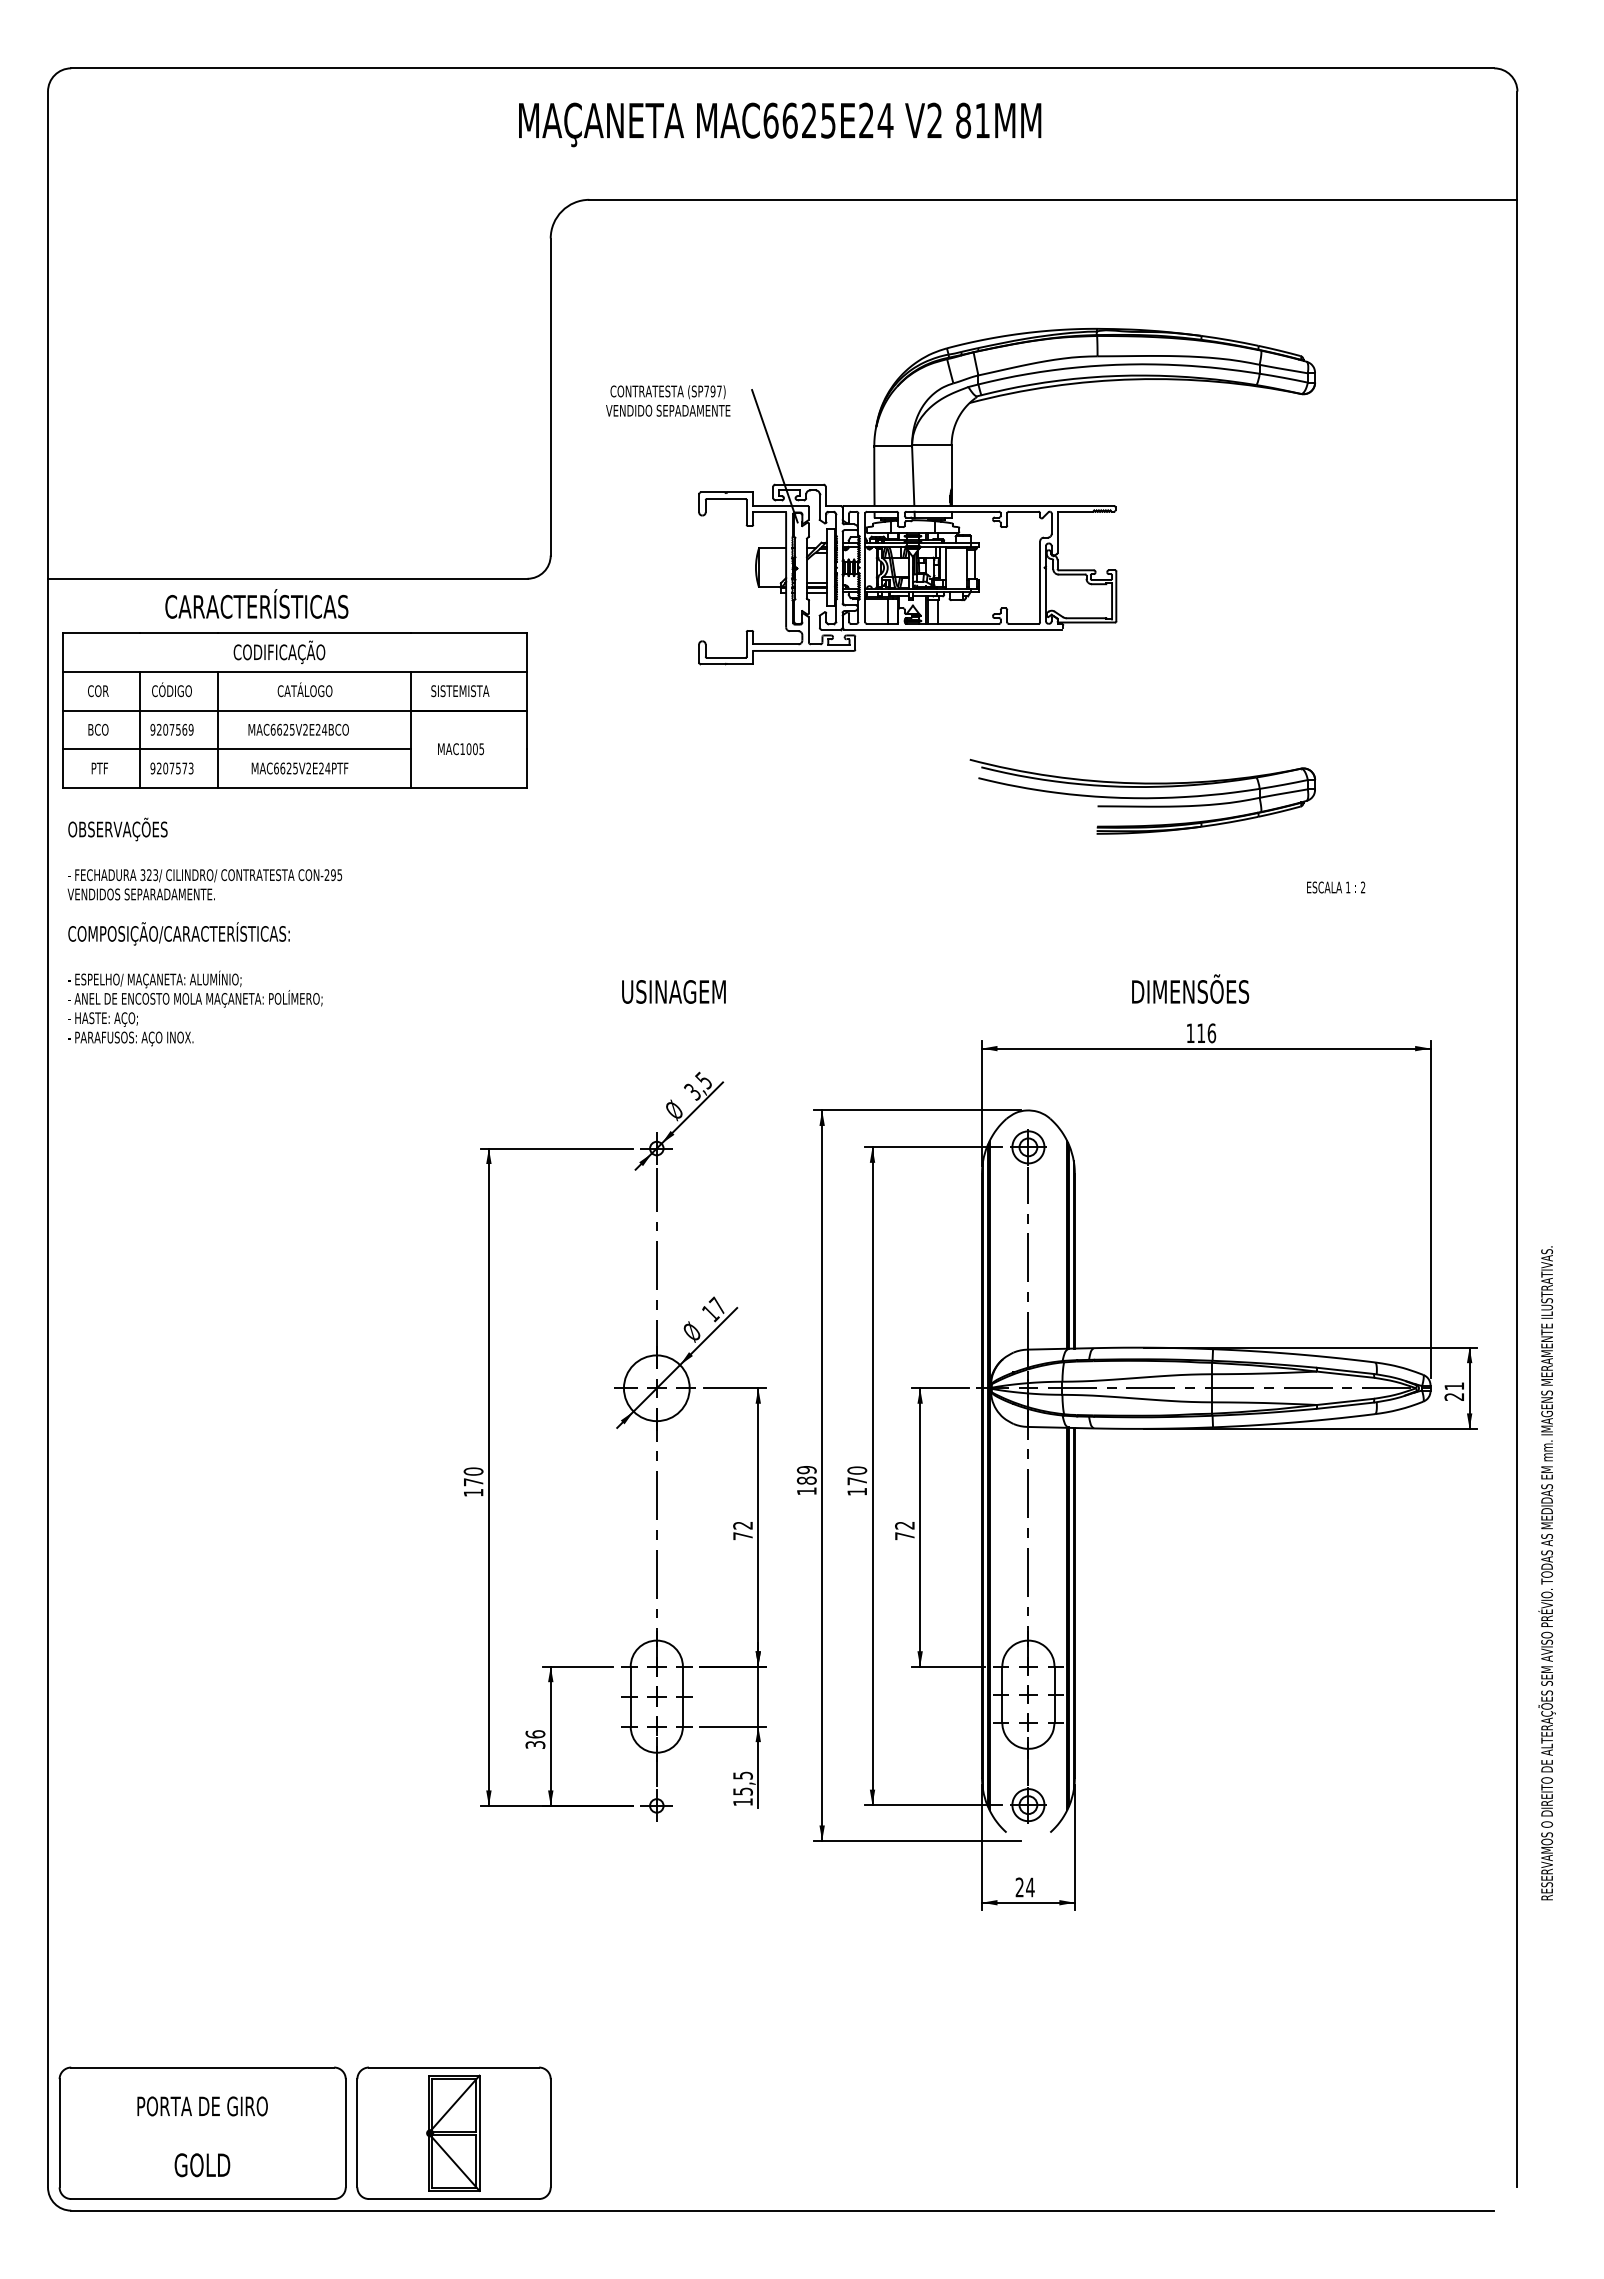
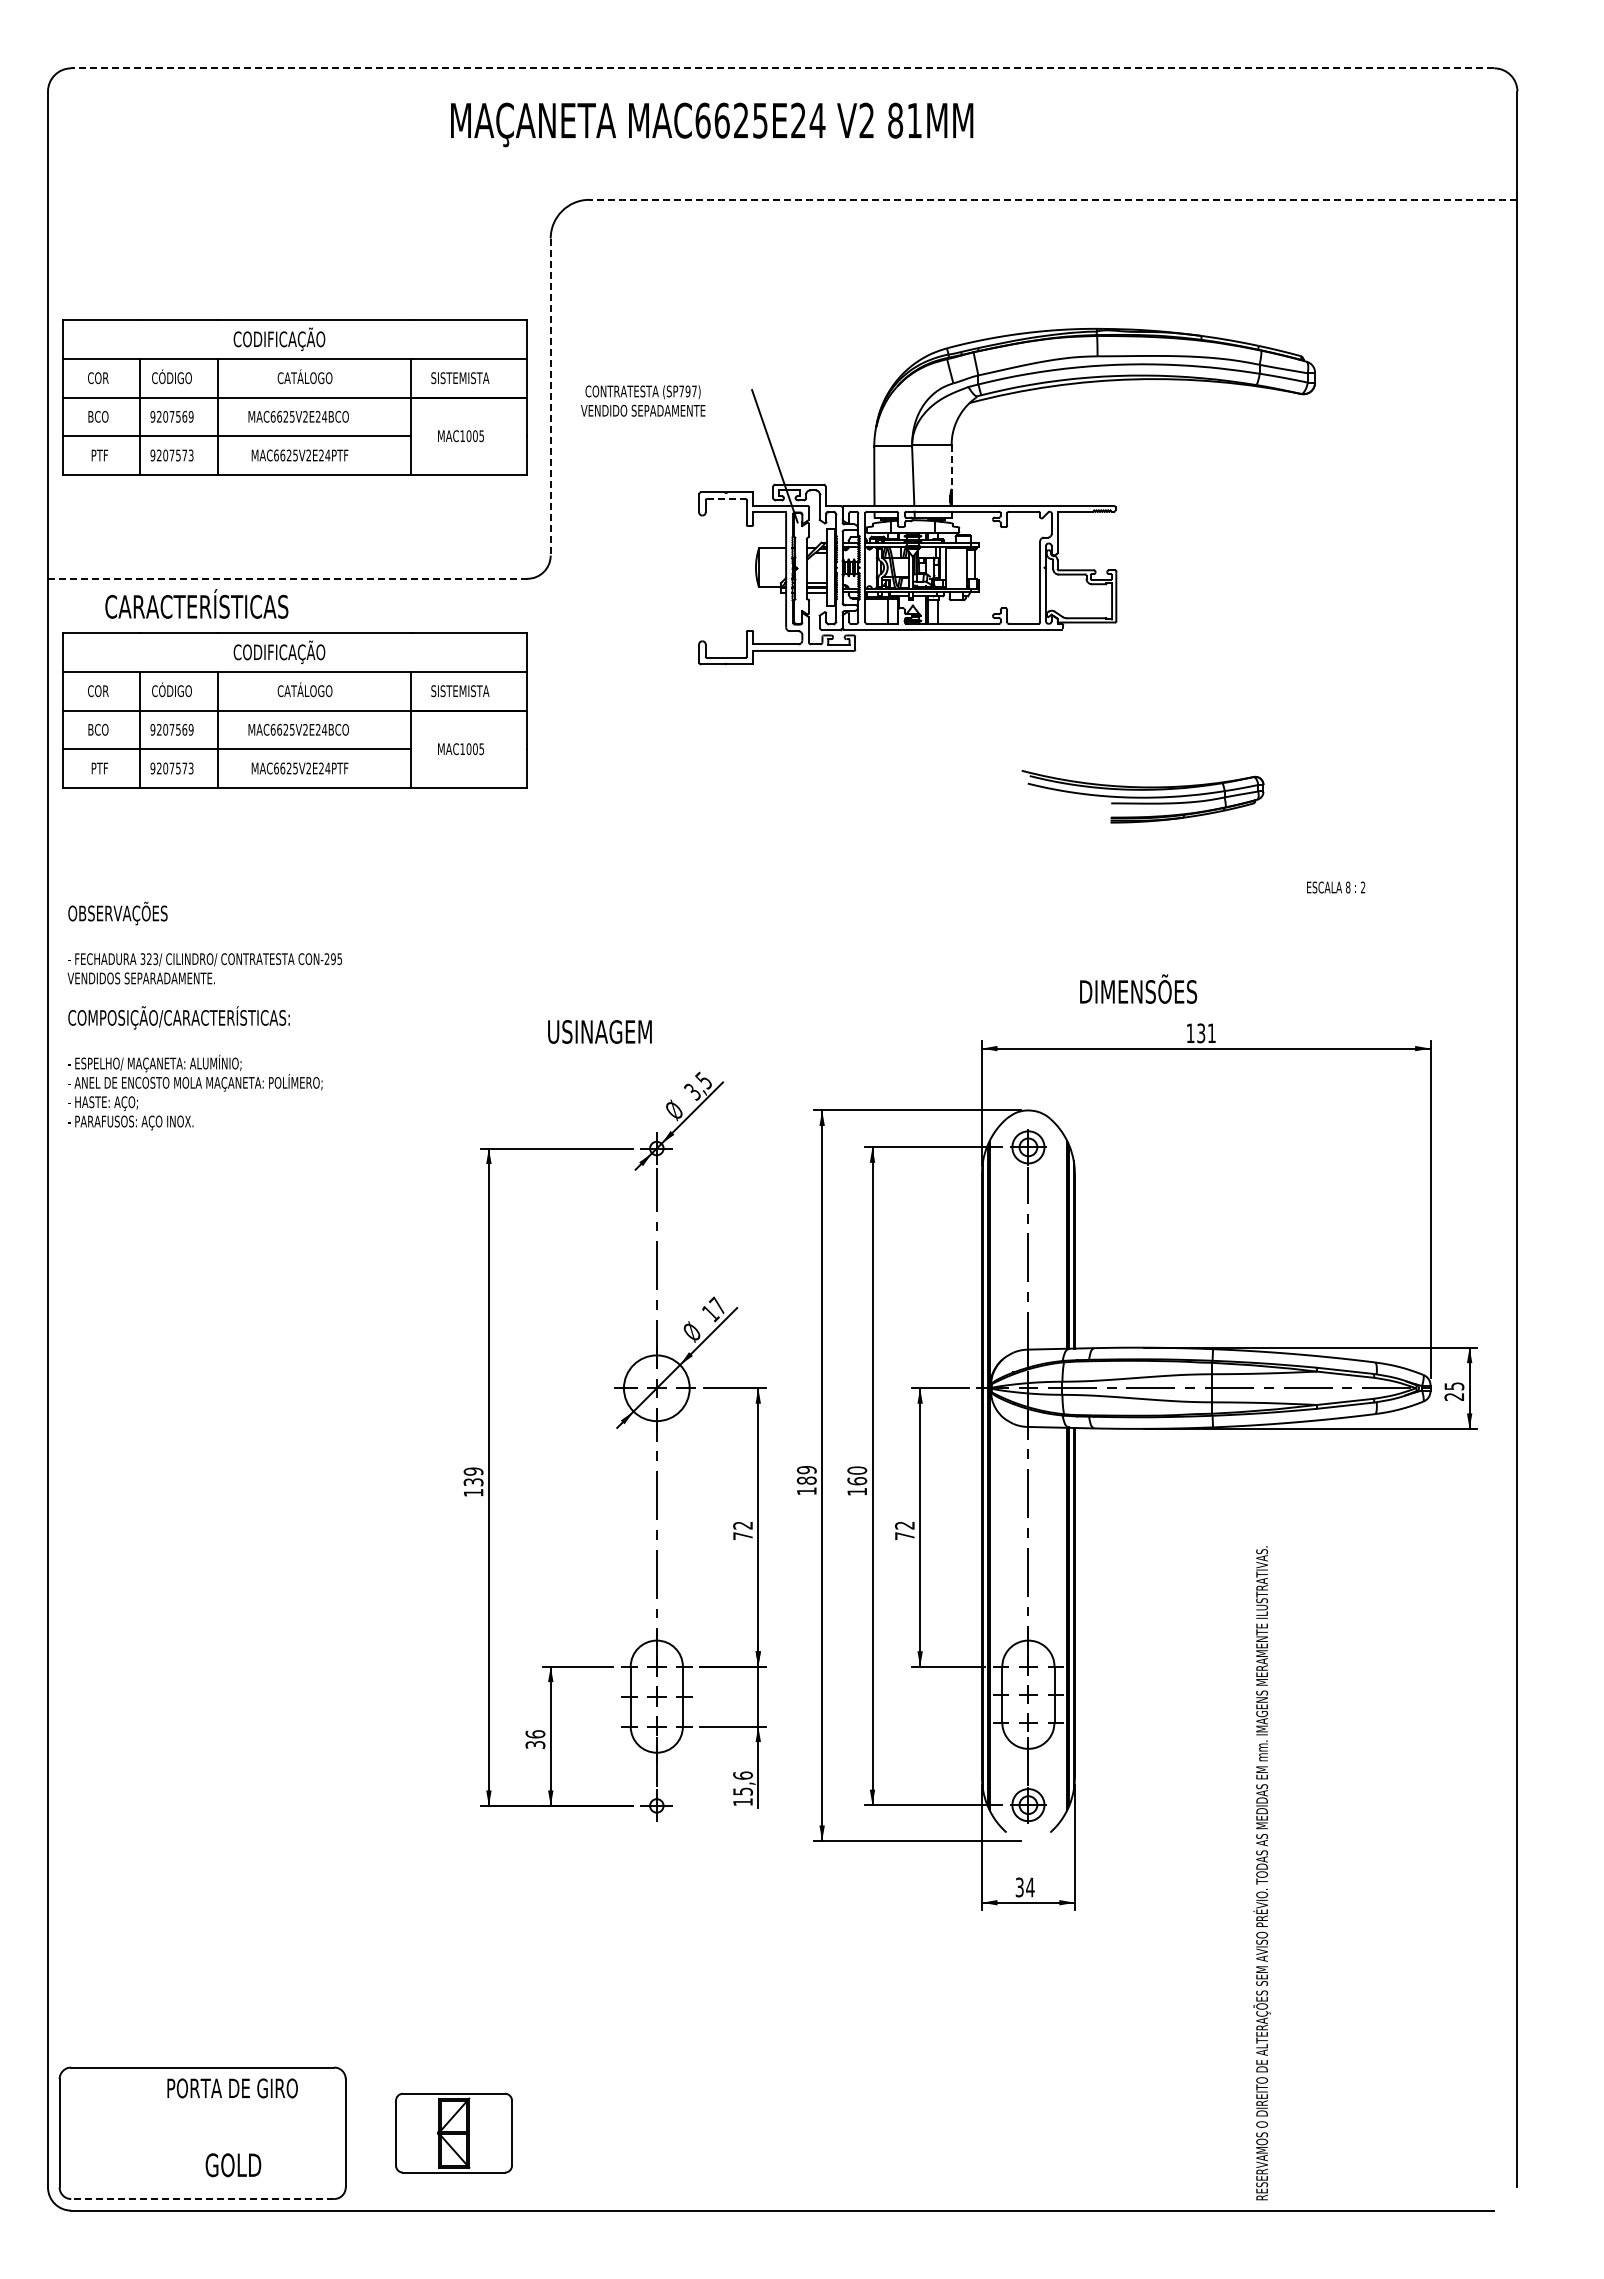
line at (782, 68): solid -> dashed
text at (780, 124) position: (780, 124) -> (712, 124)
line at (1052, 199): solid -> dashed
part at (294, 397): none -> present
line at (550, 397): solid -> dashed
text at (668, 400) position: (668, 400) -> (643, 400)
line at (951, 466): solid -> dashed
line at (726, 498): solid -> dashed
line at (287, 578): solid -> dashed
text at (256, 603) position: (256, 603) -> (196, 603)
part at (1142, 796) size: 348x77 px -> 244x54 px
text at (1348, 887): 1 -> 8
text at (204, 931) position: (204, 931) -> (204, 1015)
text at (1190, 988) position: (1190, 988) -> (1138, 988)
text at (673, 991) position: (673, 991) -> (599, 1031)
text at (1206, 1033): 116 -> 131
text at (1454, 1386): 21 -> 25
text at (473, 1476): 170 -> 139
text at (857, 1481): 170 -> 160
text at (1546, 1573) position: (1546, 1573) -> (1261, 1873)
text at (742, 1775): 15,5 -> 15,6
text at (1019, 1887): 24 -> 34
text at (202, 2106) position: (202, 2106) -> (232, 2088)
part at (453, 2132) size: 196x134 px -> 118x82 px
text at (202, 2165) position: (202, 2165) -> (233, 2165)
line at (202, 2199): solid -> dashed
